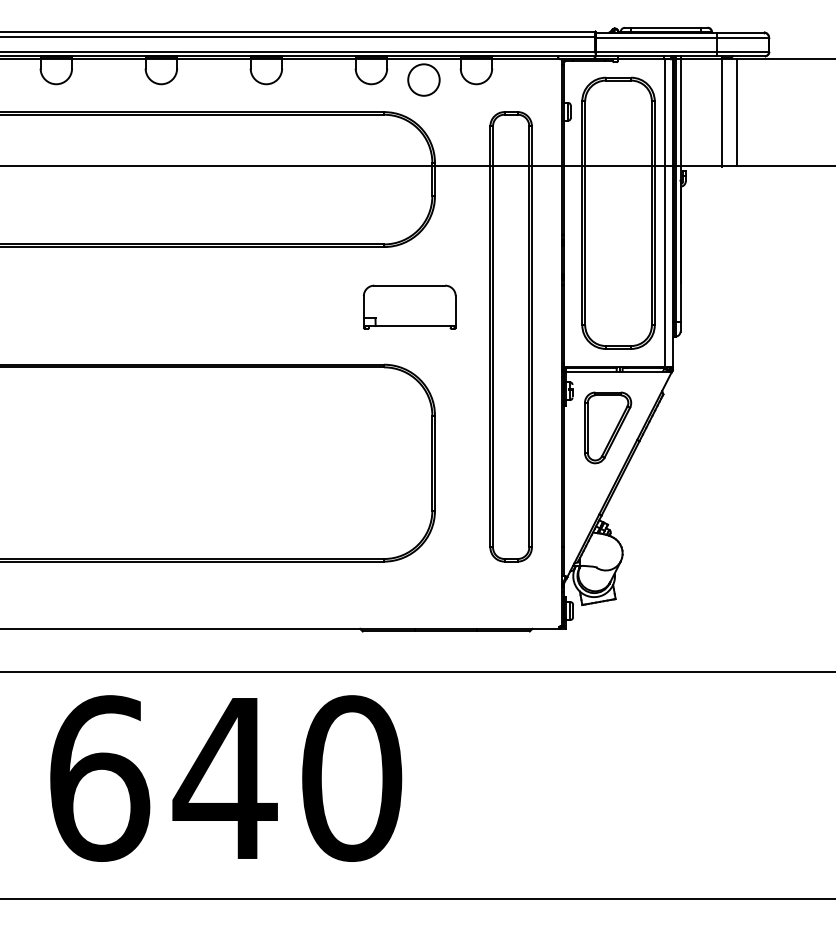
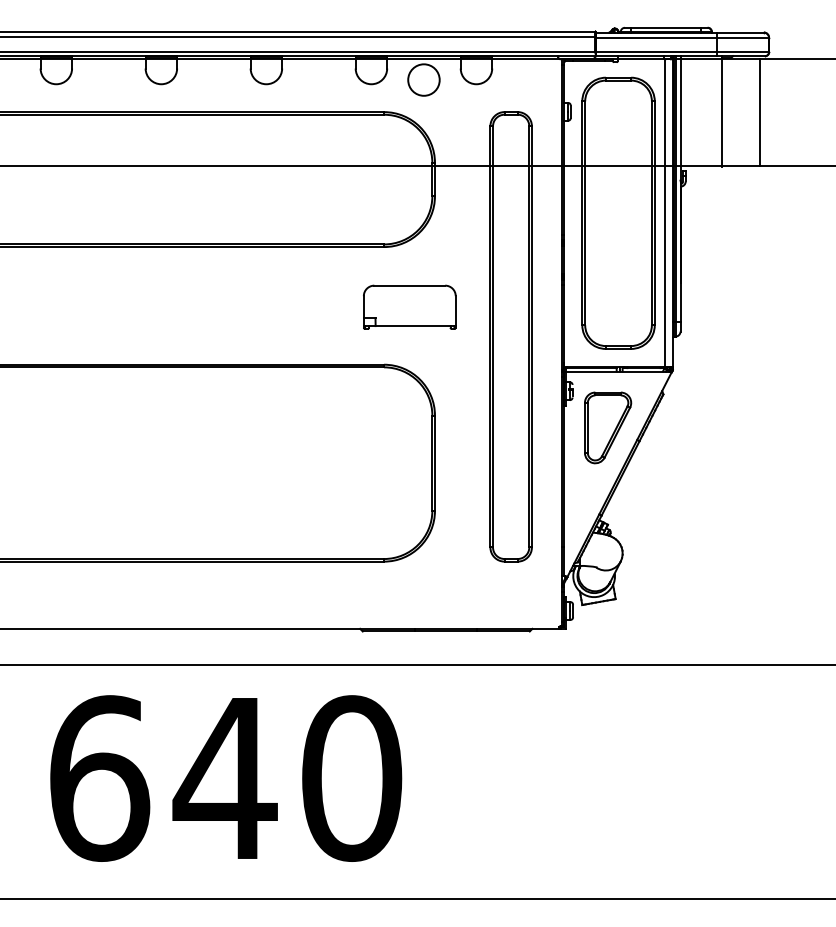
line at (736, 111) position: (736, 111) -> (759, 111)
line at (417, 671) position: (417, 671) -> (417, 664)
